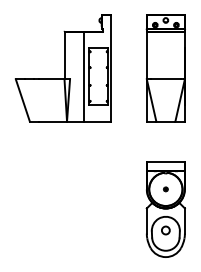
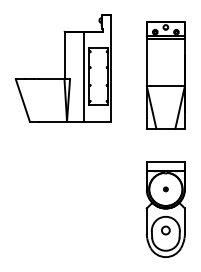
part at (165, 68) position: (165, 68) -> (165, 75)
